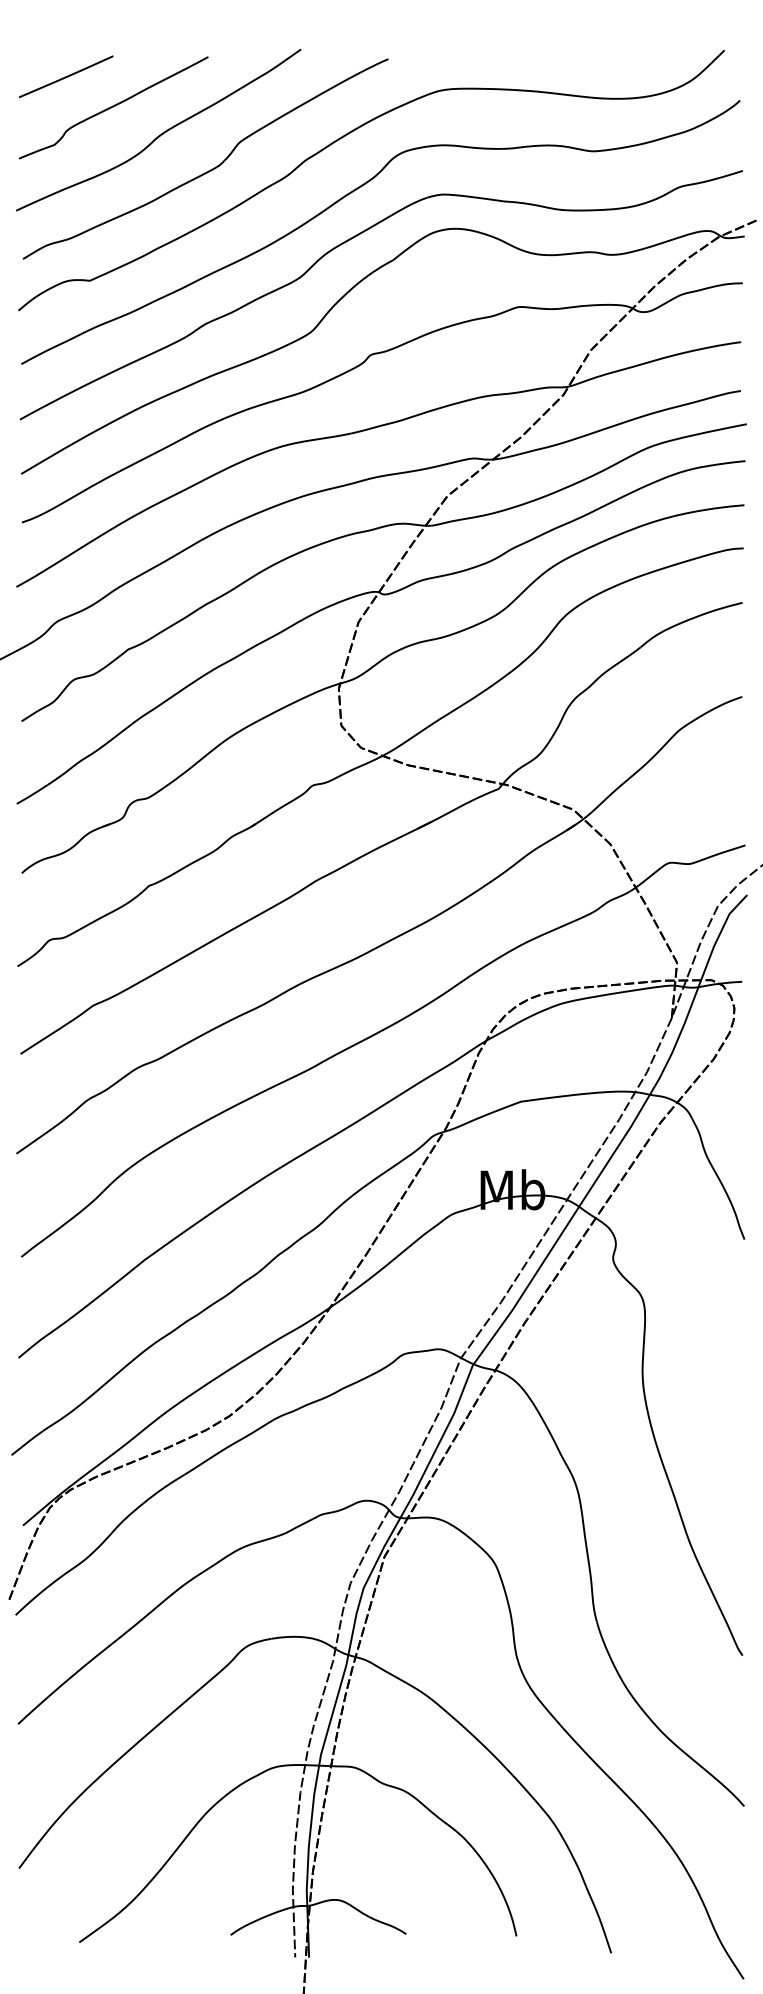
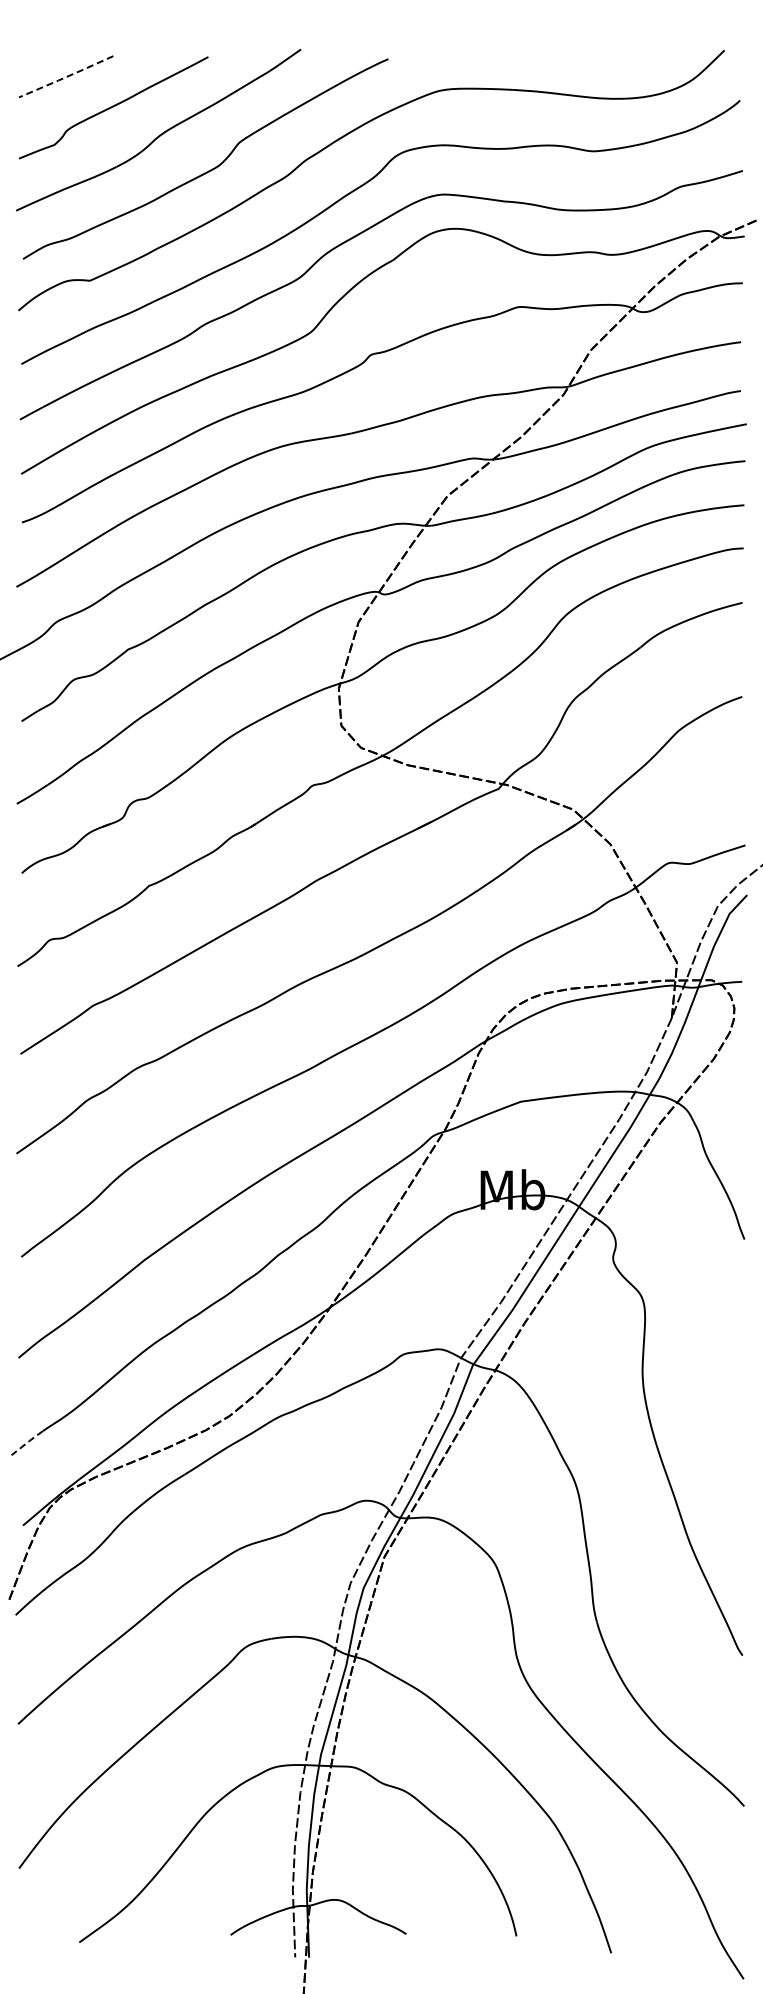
line at (66, 76): solid -> dashed
line at (28, 1441): solid -> dashed
